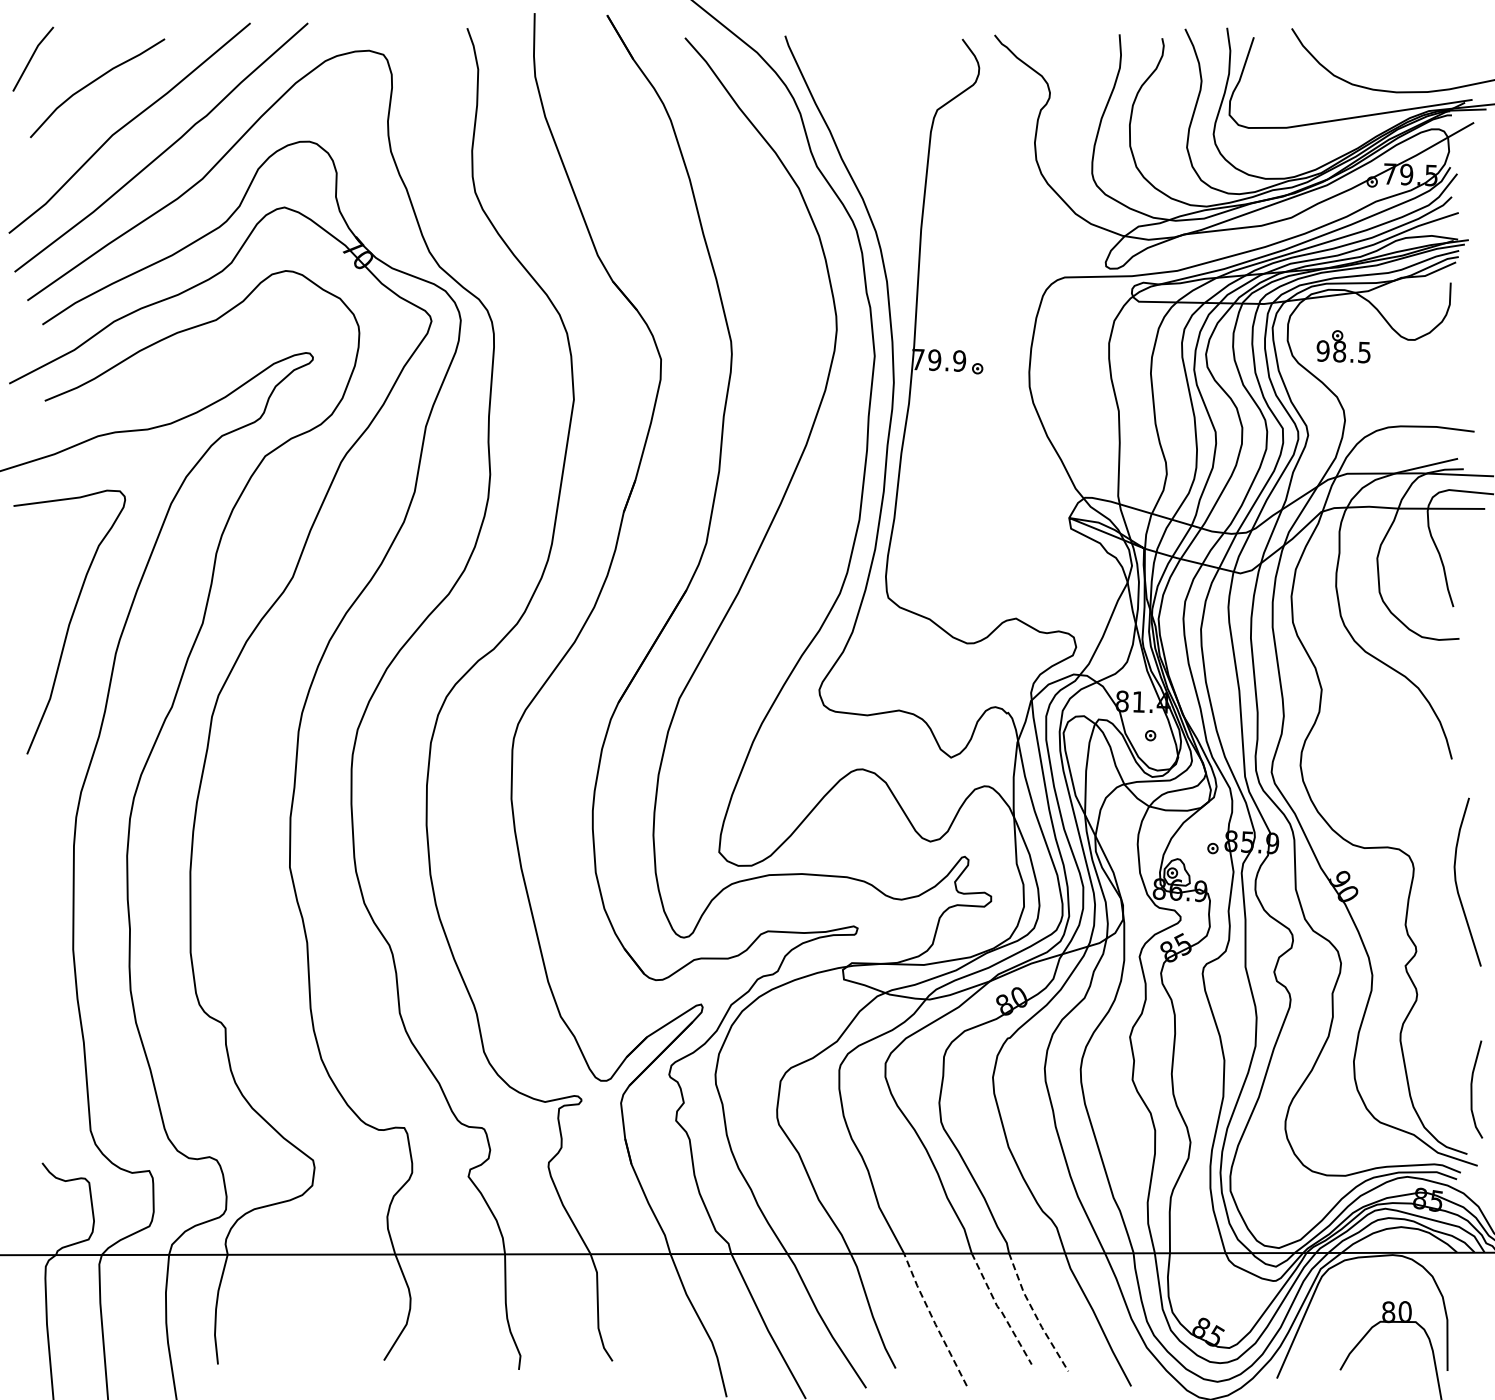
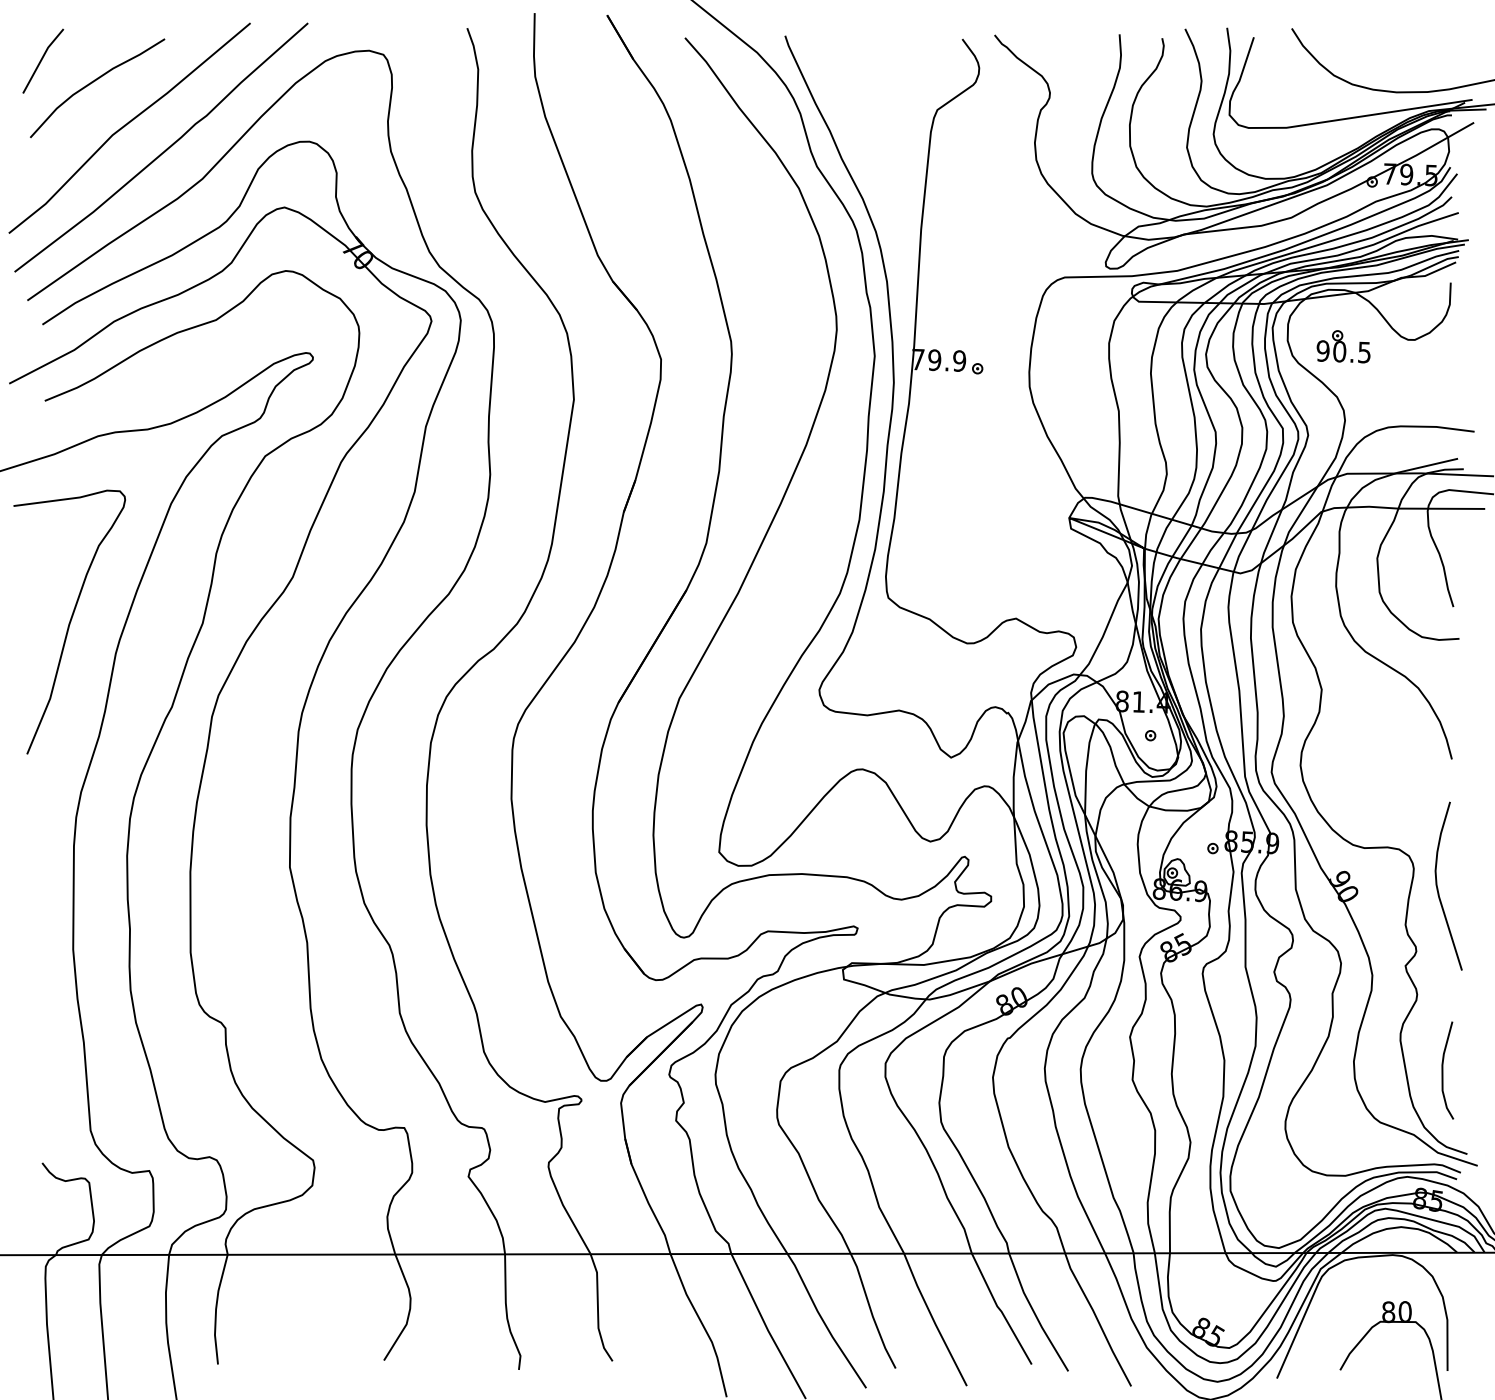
line at (32, 58) position: (32, 58) -> (42, 60)
text at (1339, 351): 98.5 -> 90.5
curve at (1457, 884) position: (1457, 884) -> (1438, 888)
curve at (1472, 1089) position: (1472, 1089) -> (1443, 1070)
line at (1000, 1310): dashed -> solid
line at (1035, 1314): dashed -> solid
line at (933, 1320): dashed -> solid
